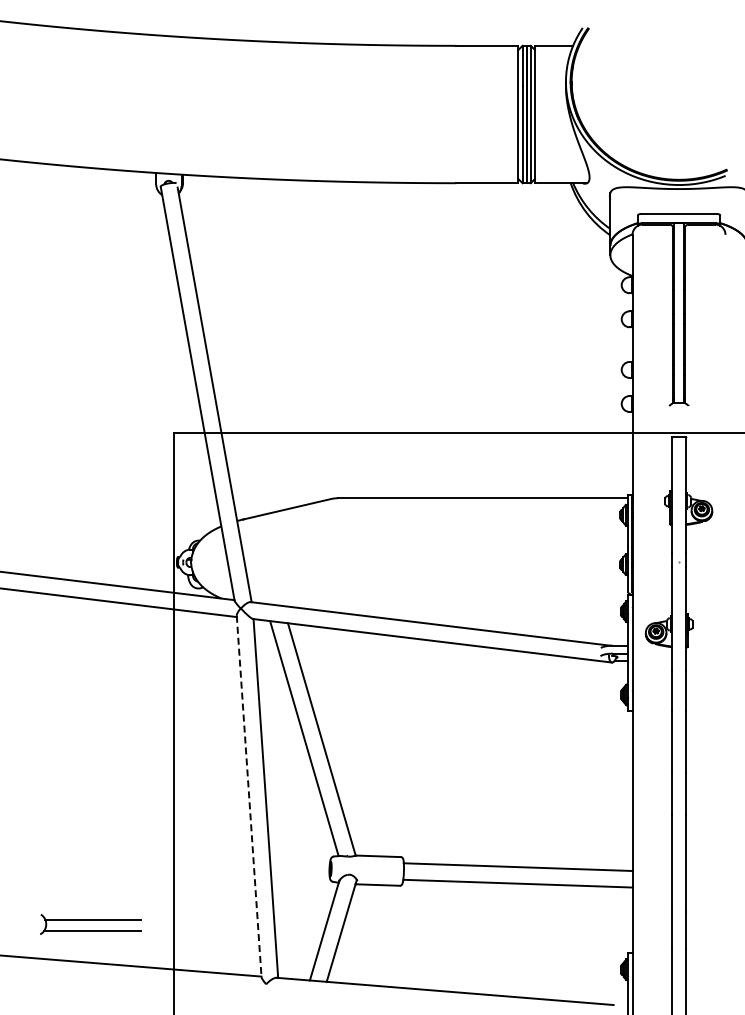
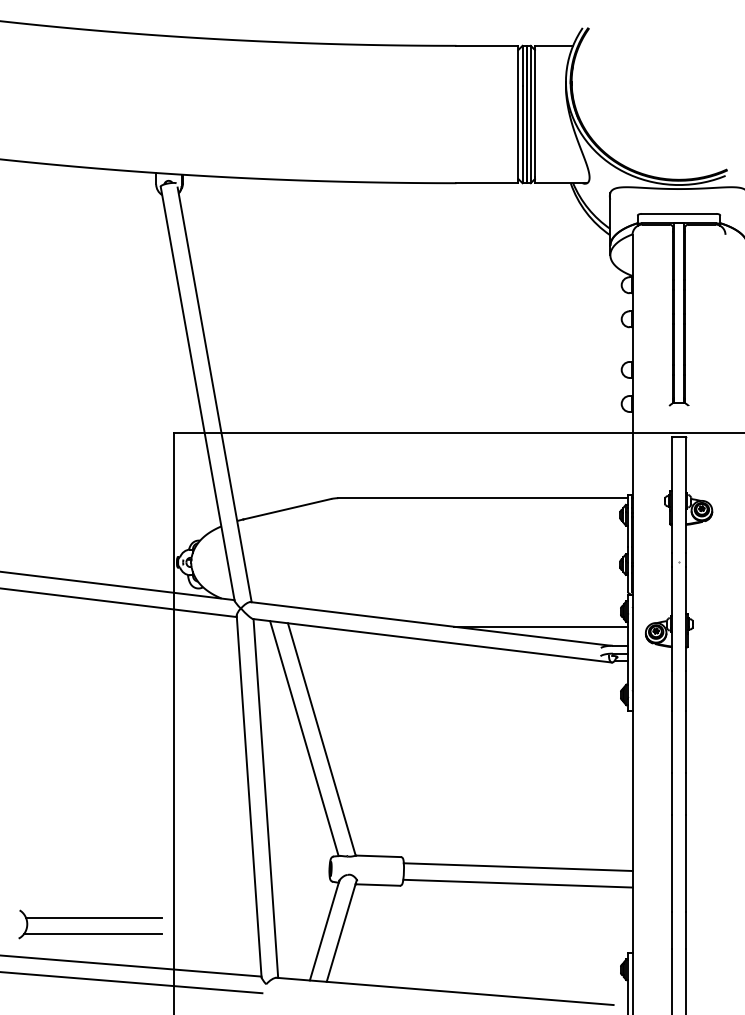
line at (540, 626): none -> present
line at (249, 797): dashed -> solid
part at (90, 924) size: 102x21 px -> 145x31 px
line at (132, 982): none -> present
